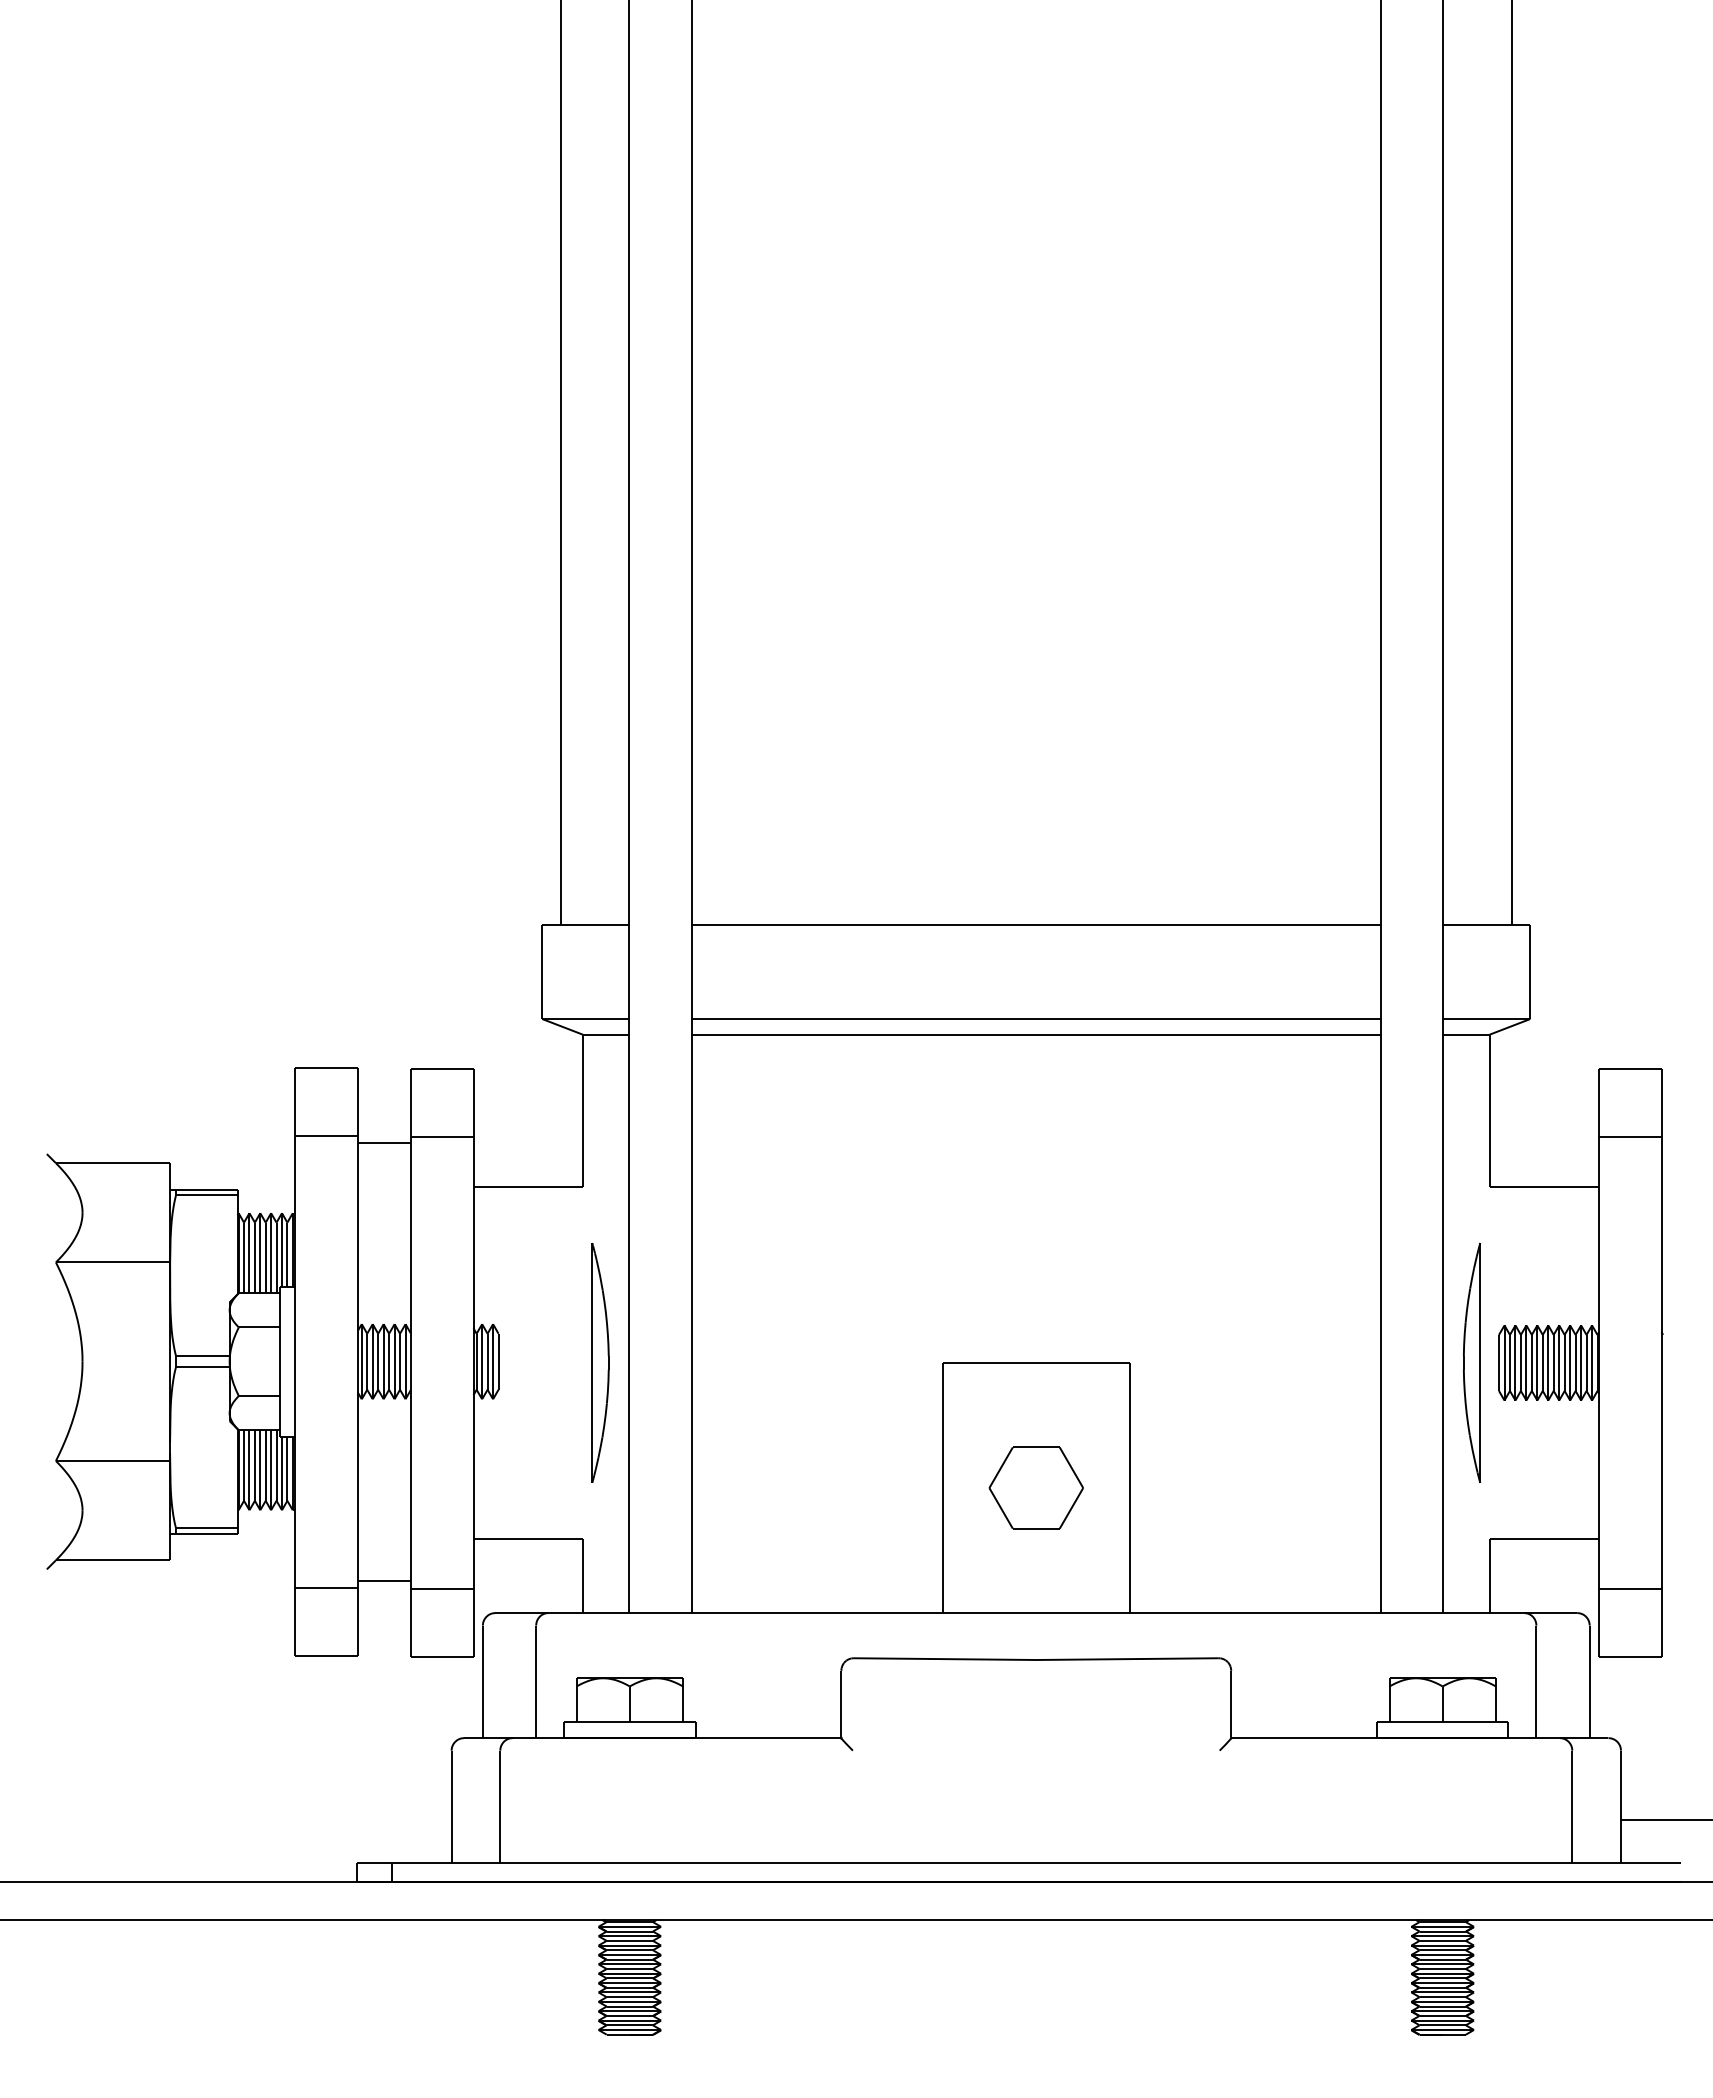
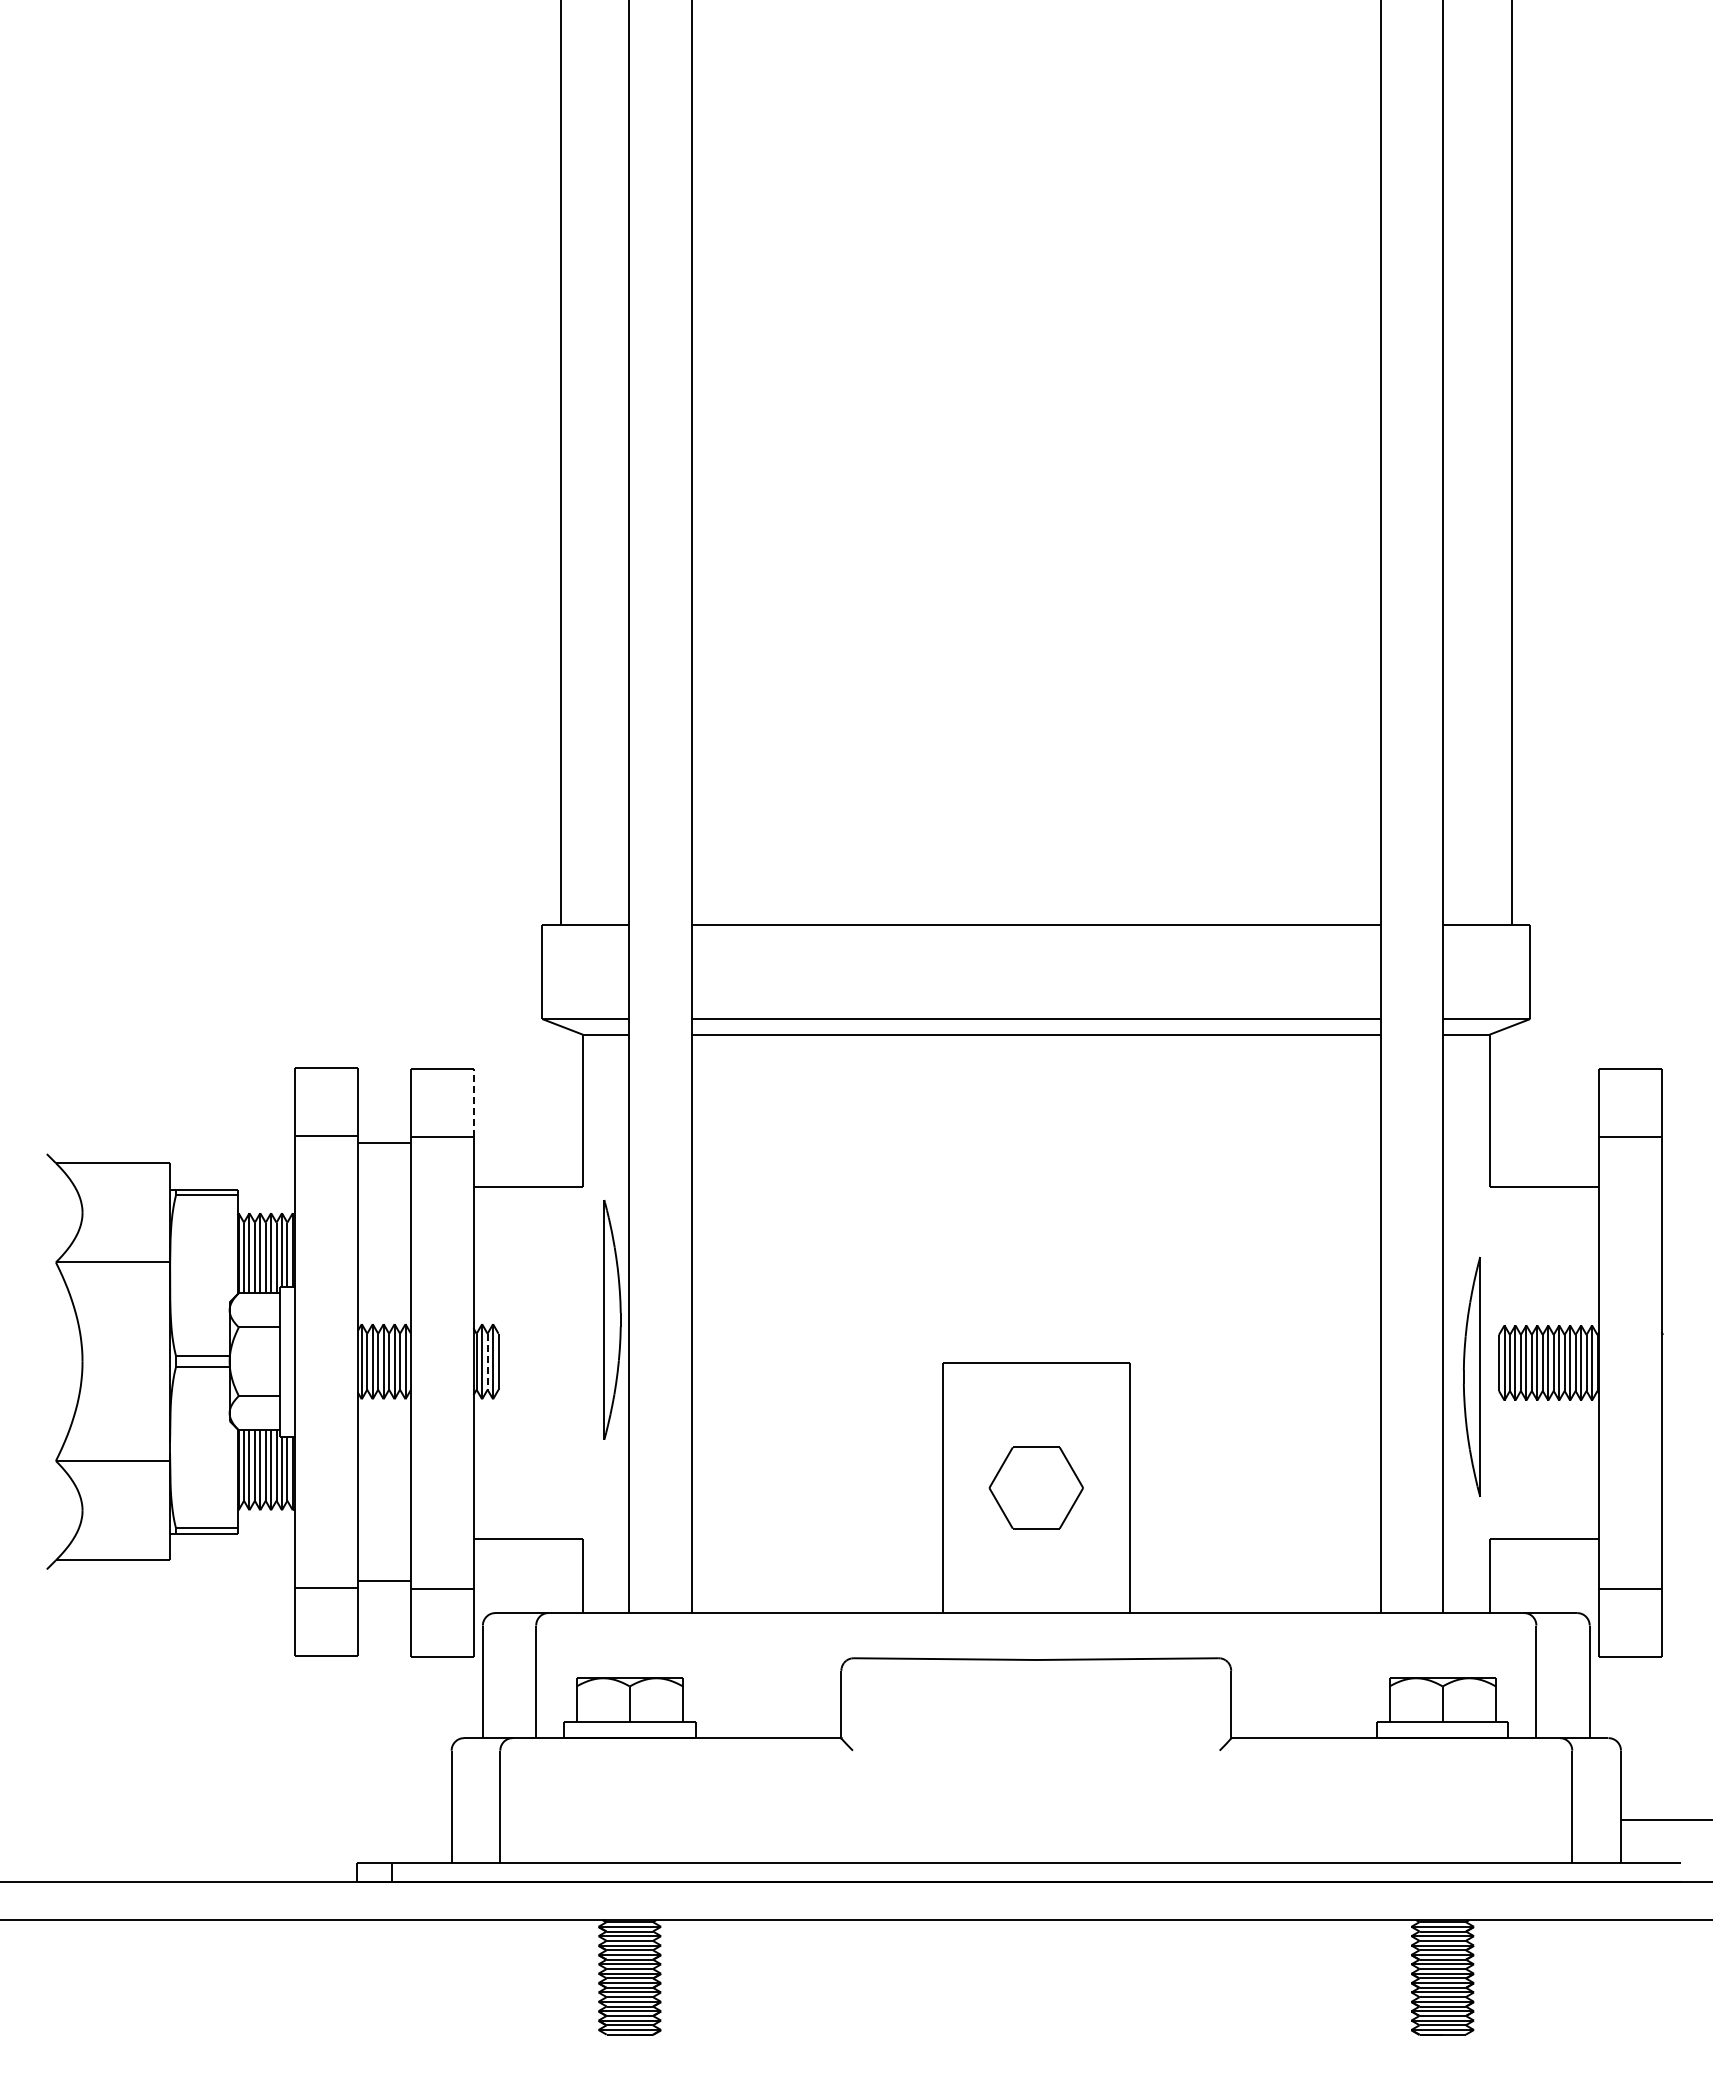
line at (473, 1102): solid -> dashed
line at (487, 1362): solid -> dashed
part at (600, 1362) position: (600, 1362) -> (612, 1319)
part at (1471, 1362) position: (1471, 1362) -> (1471, 1376)
